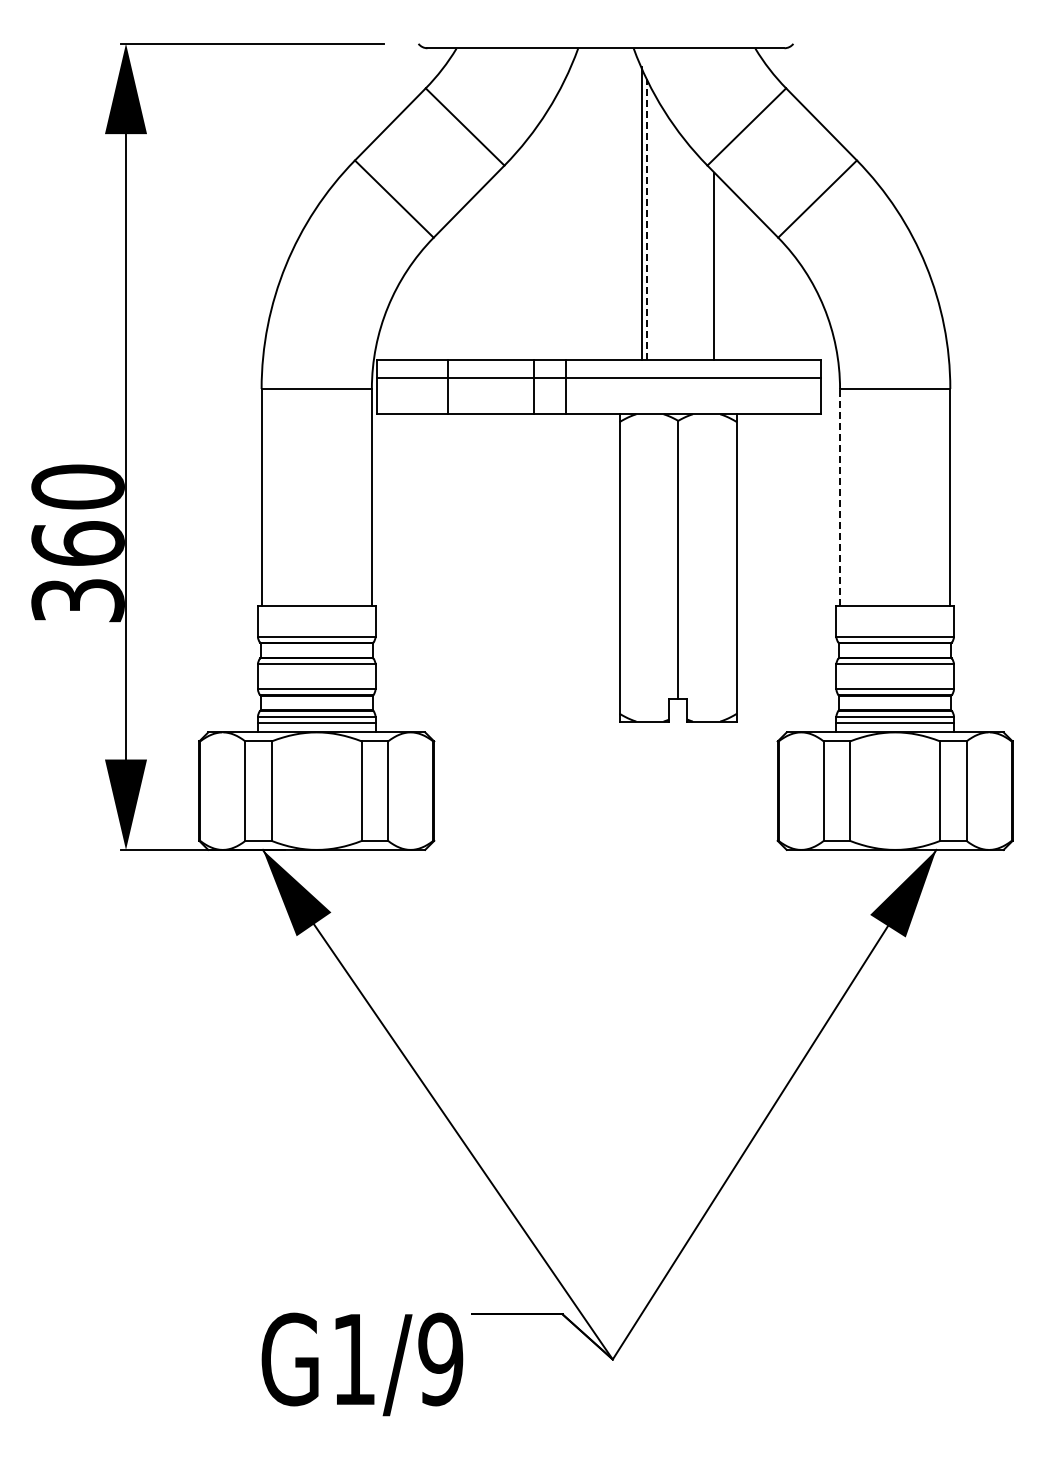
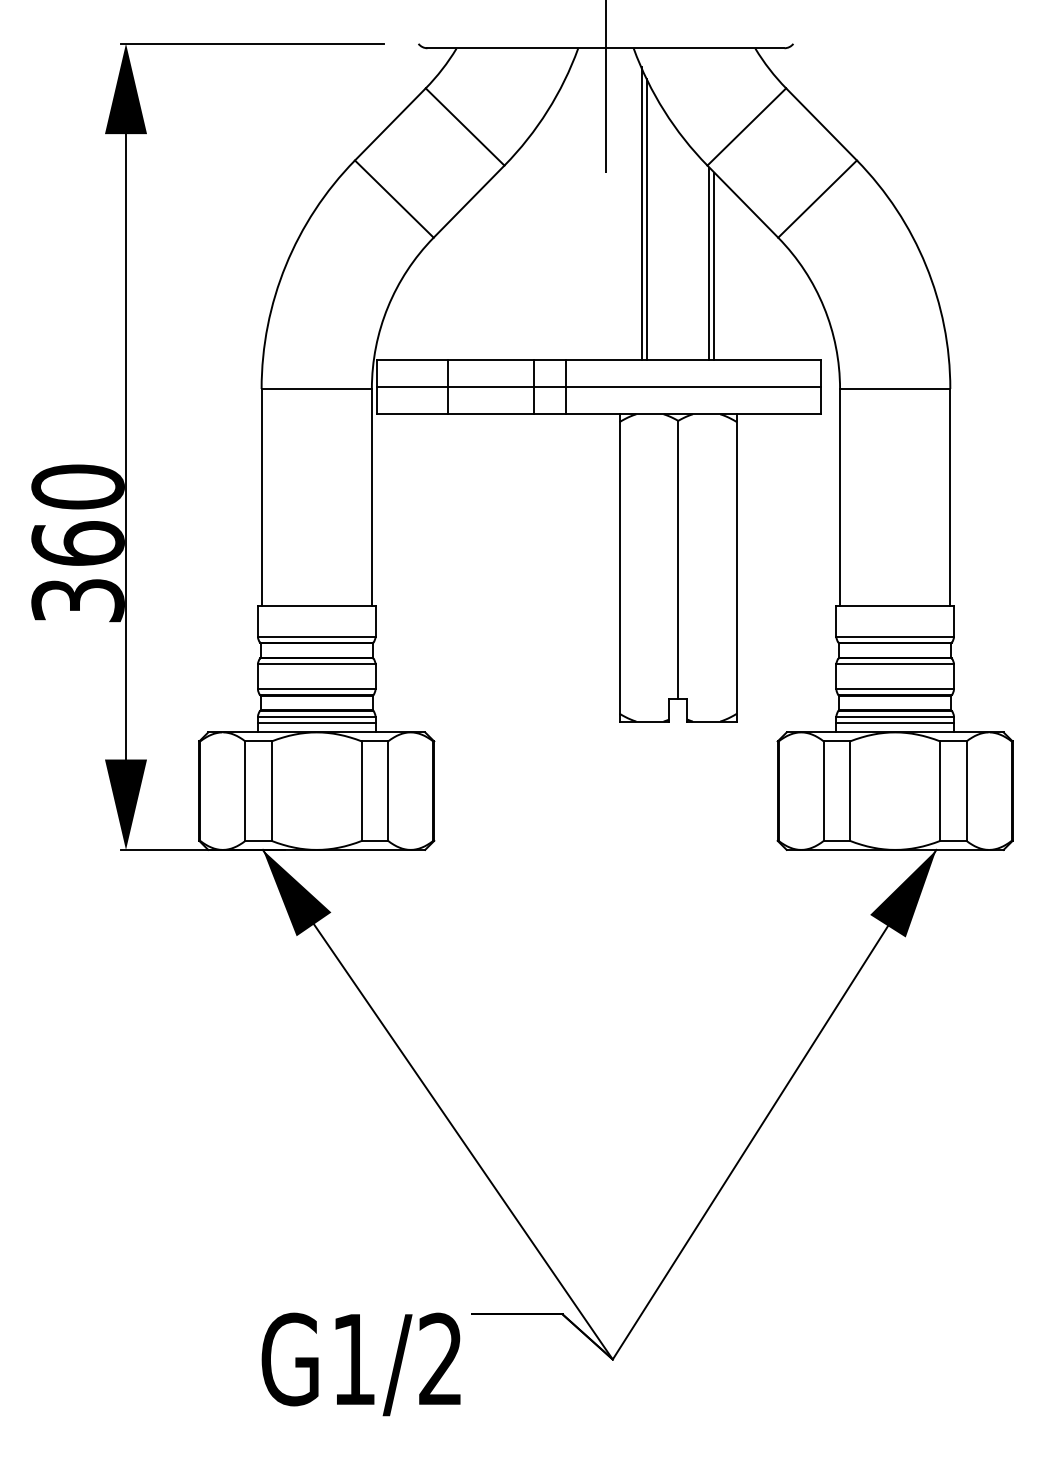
line at (605, 87): none -> present
line at (647, 219): dashed -> solid
line at (709, 263): none -> present
line at (598, 378) position: (598, 378) -> (598, 387)
line at (840, 496): dashed -> solid
text at (440, 1359): G1/9 -> G1/2
